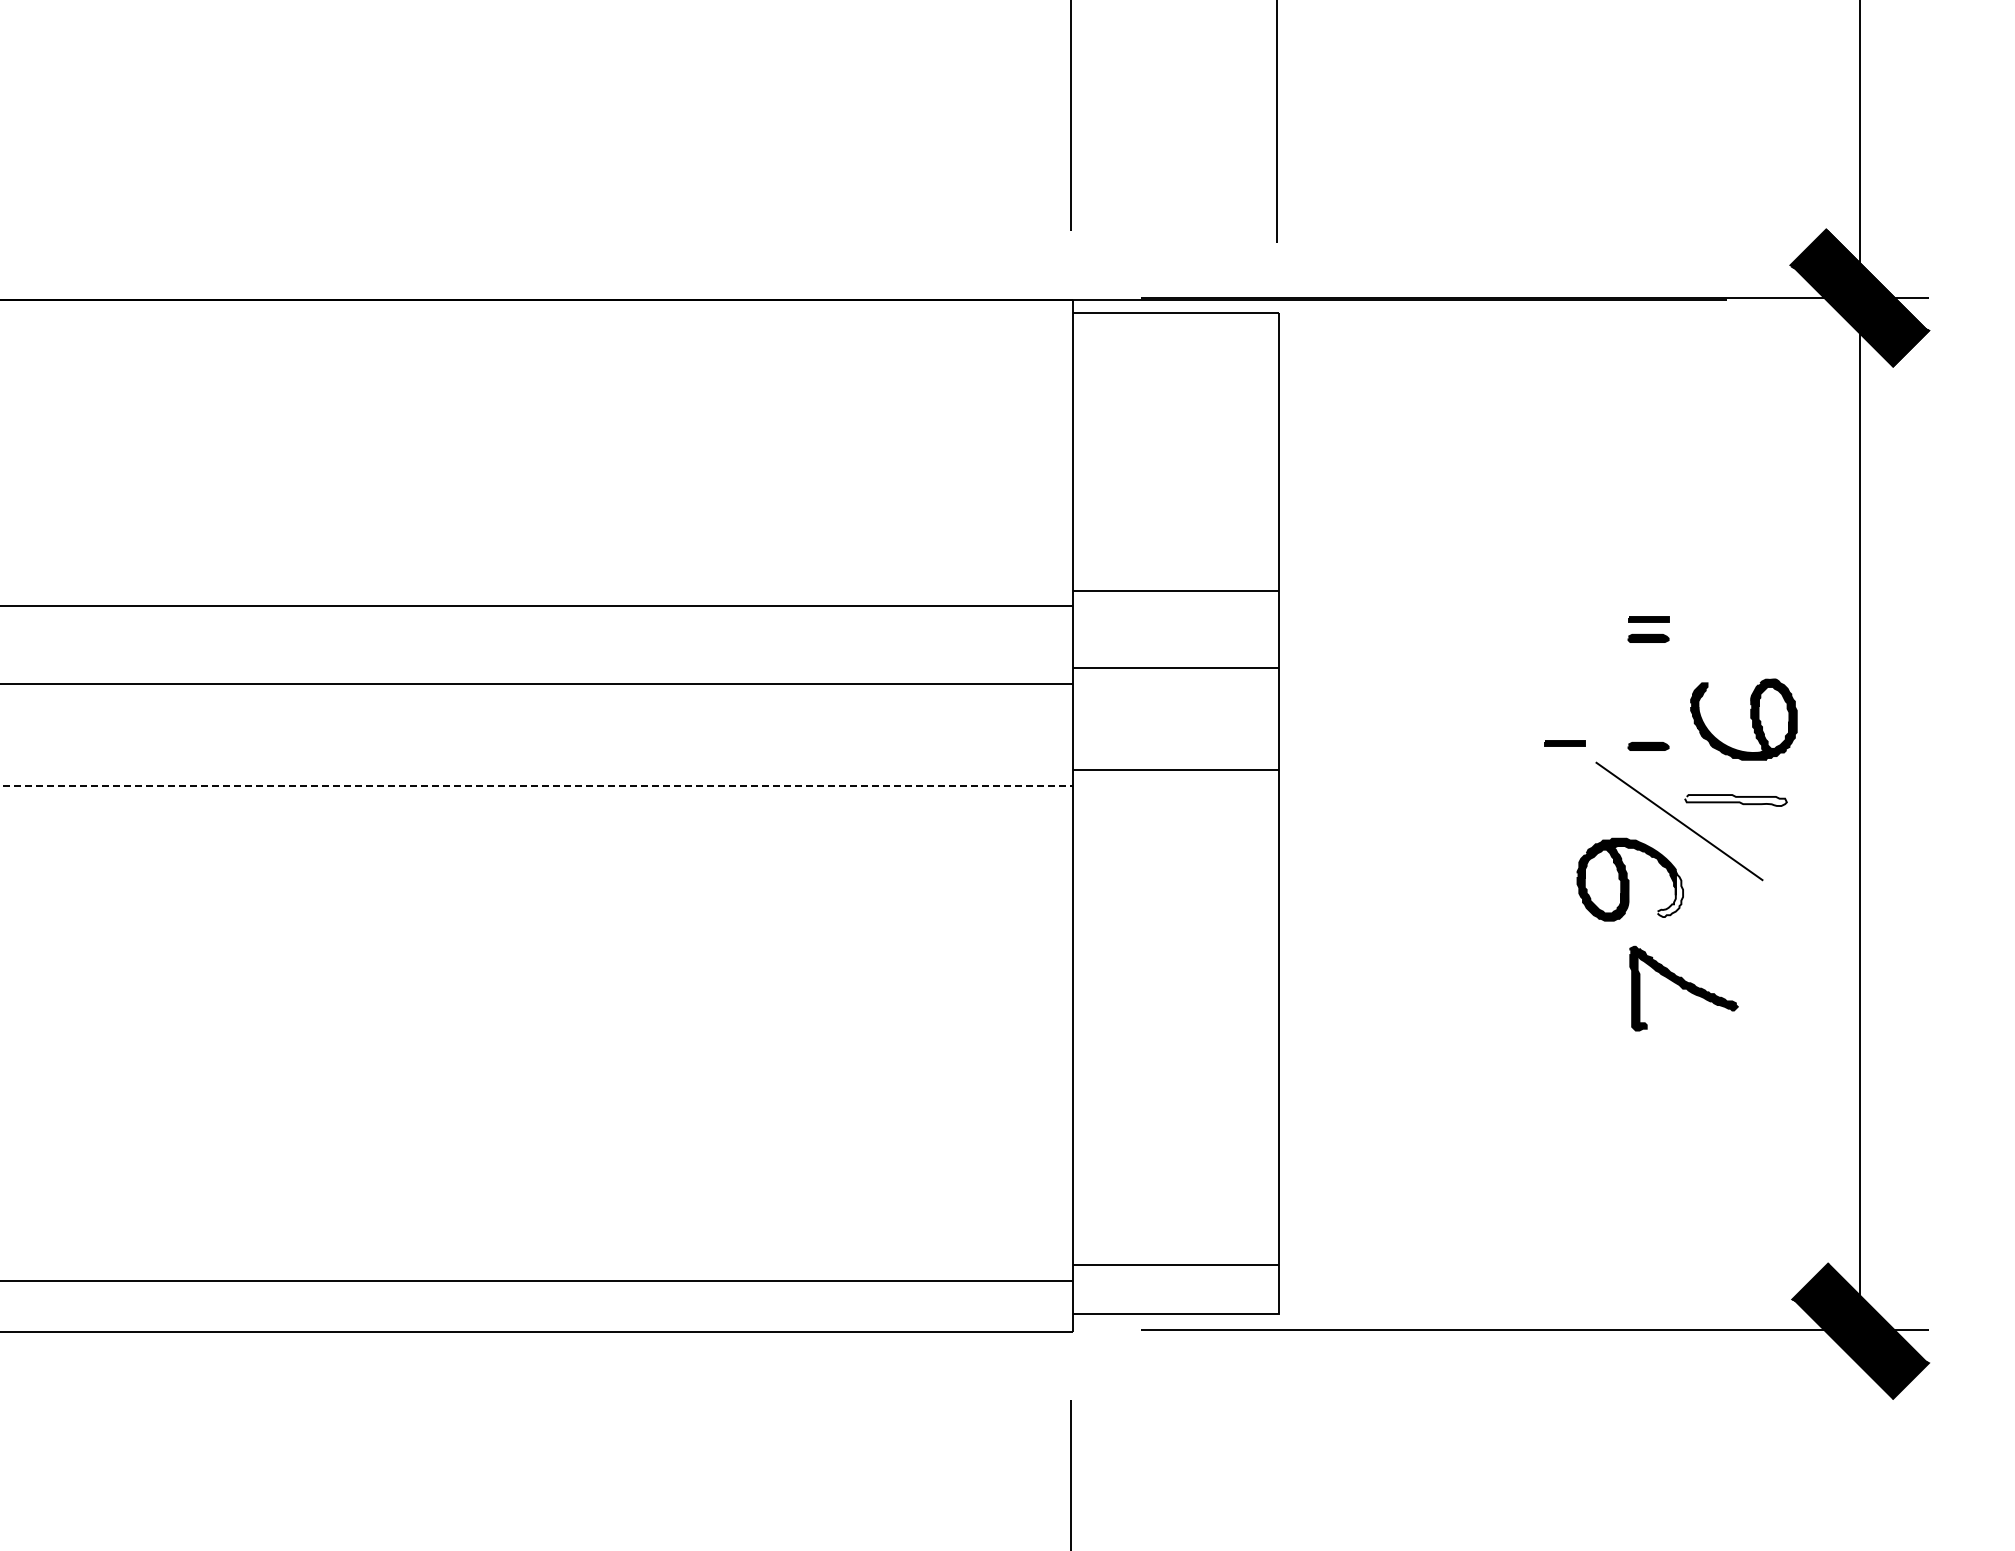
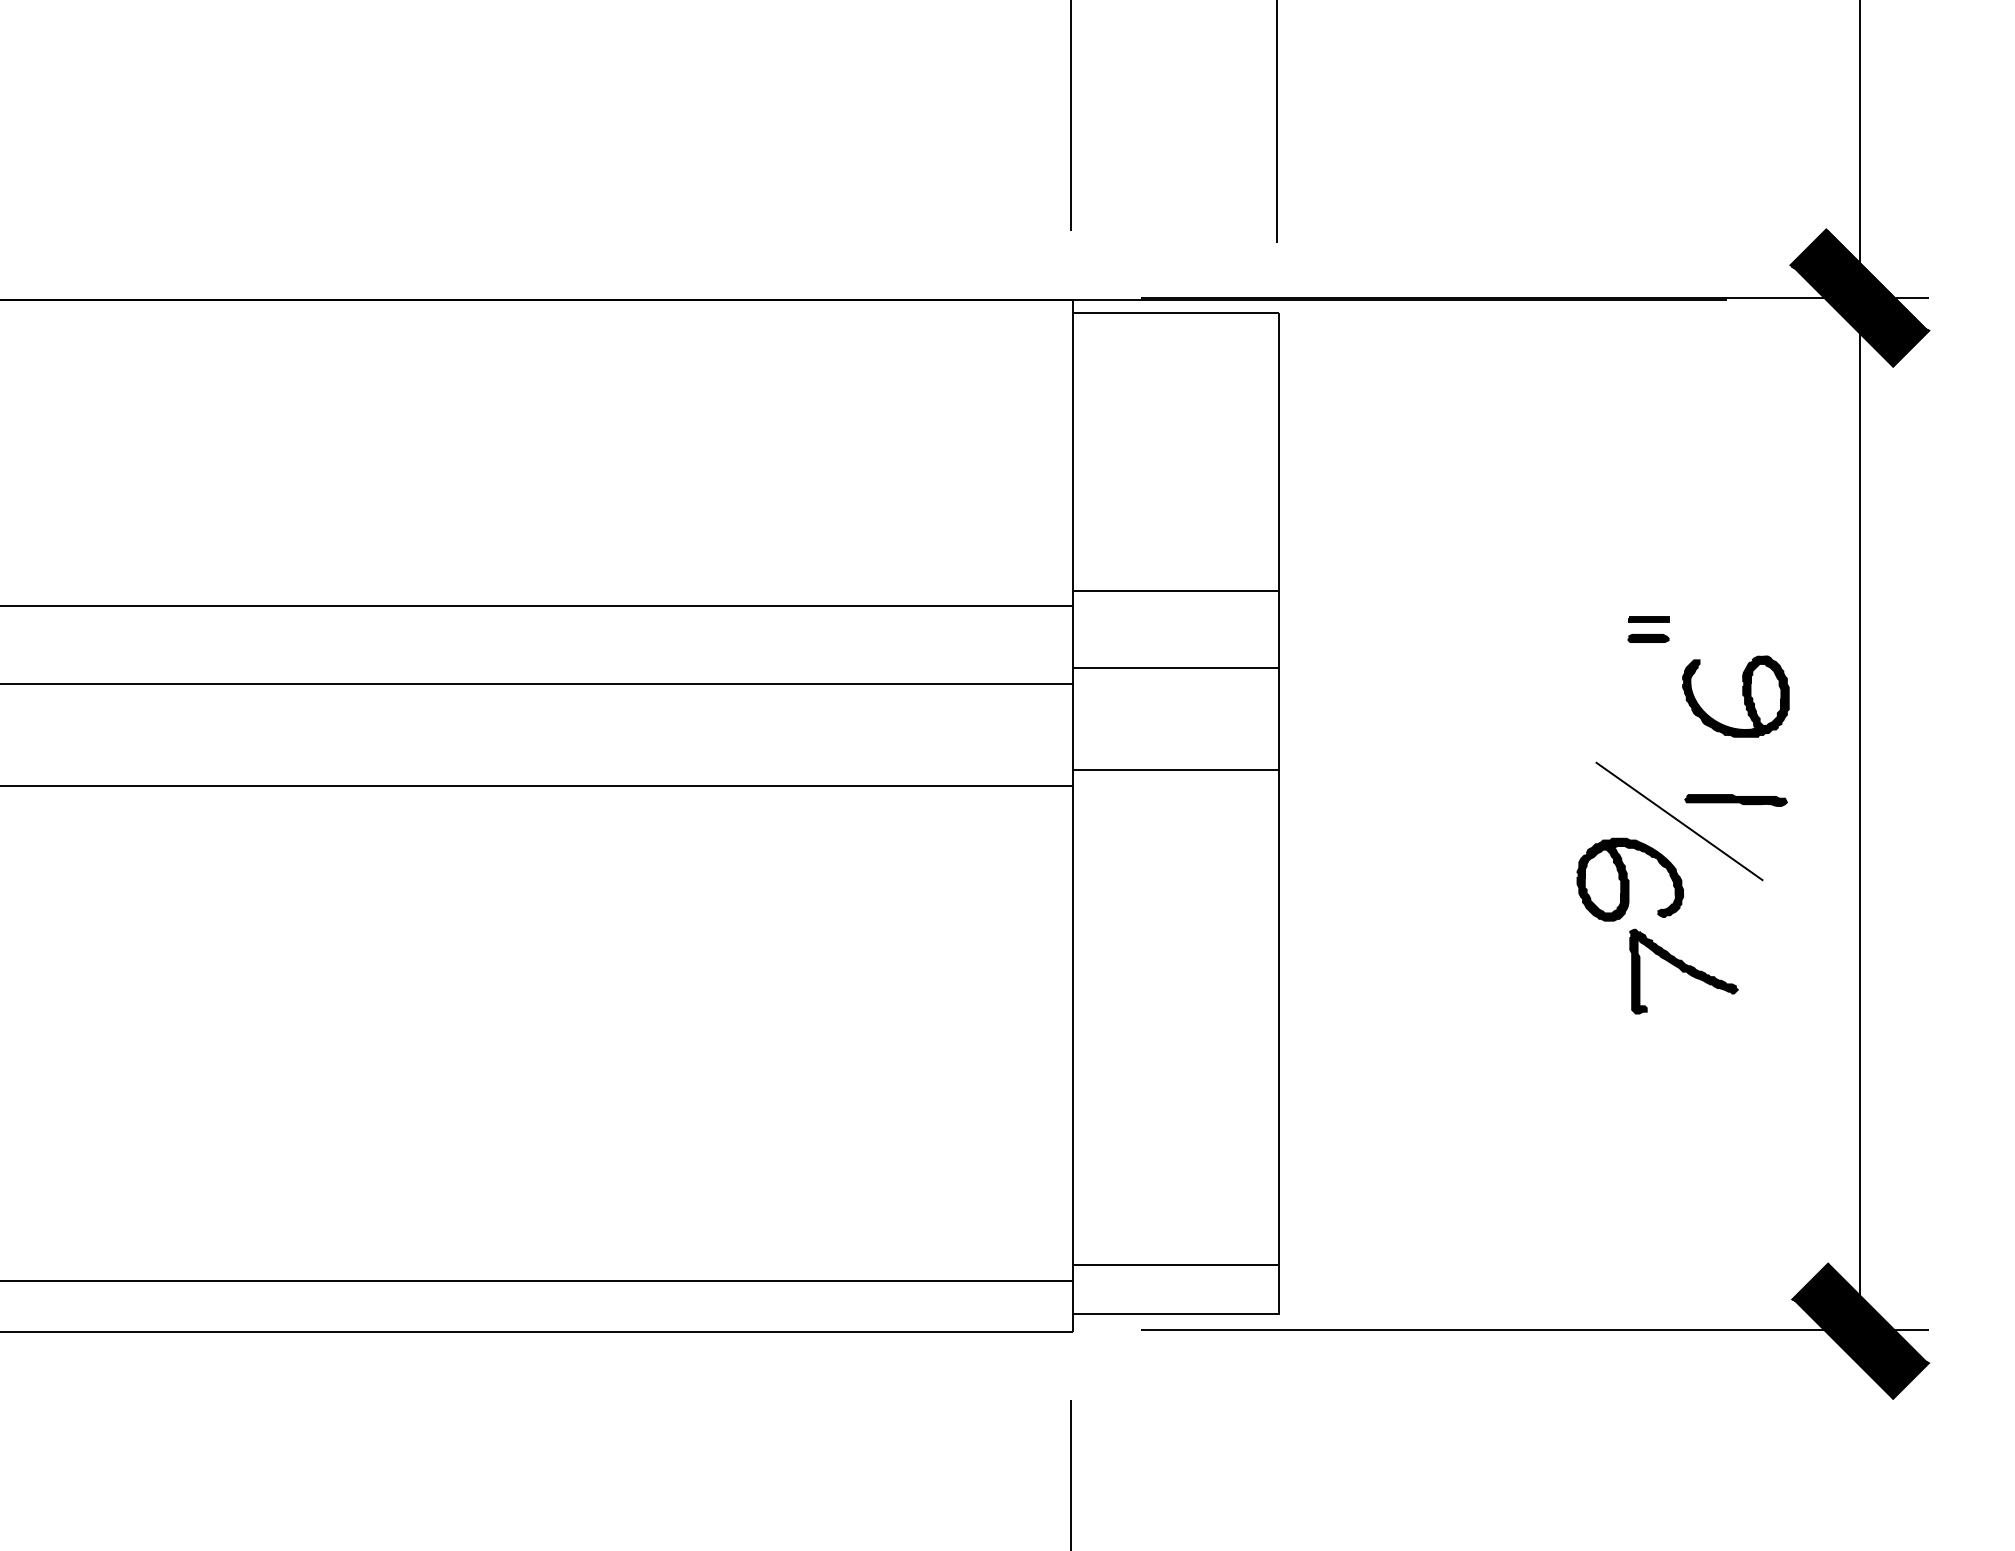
part at (1750, 718) position: (1750, 718) -> (1742, 695)
part at (1564, 743): present -> none
part at (1648, 746): present -> none
line at (537, 785): dashed -> solid
fill at (1735, 800): none -> present
fill at (1670, 894): none -> present
part at (1683, 988) position: (1683, 988) -> (1683, 971)
